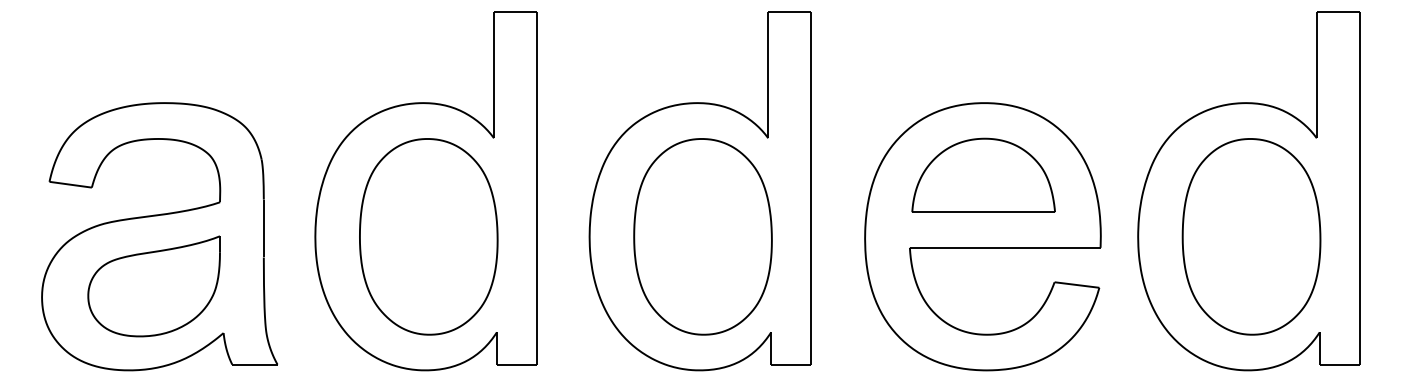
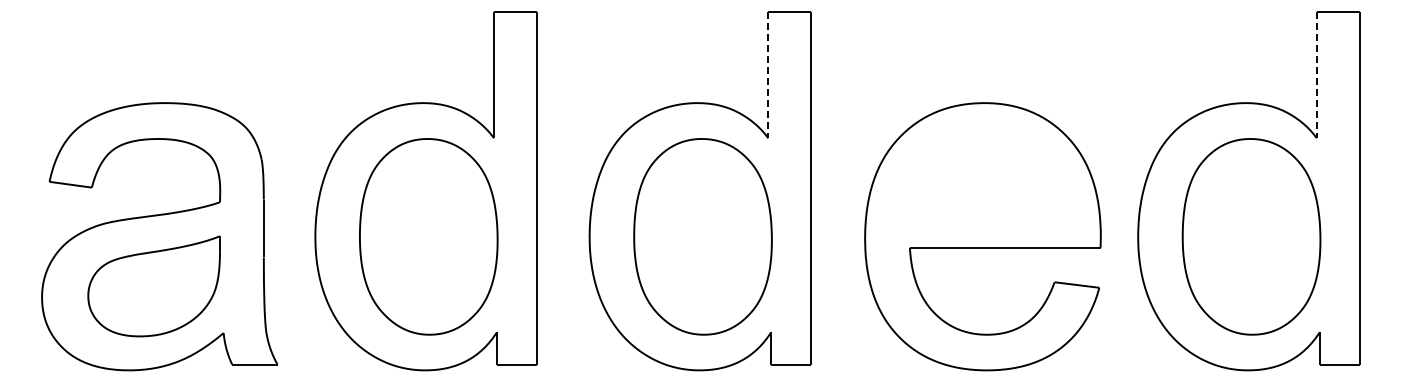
line at (768, 75): solid -> dashed
line at (1316, 75): solid -> dashed
part at (983, 174): present -> none
